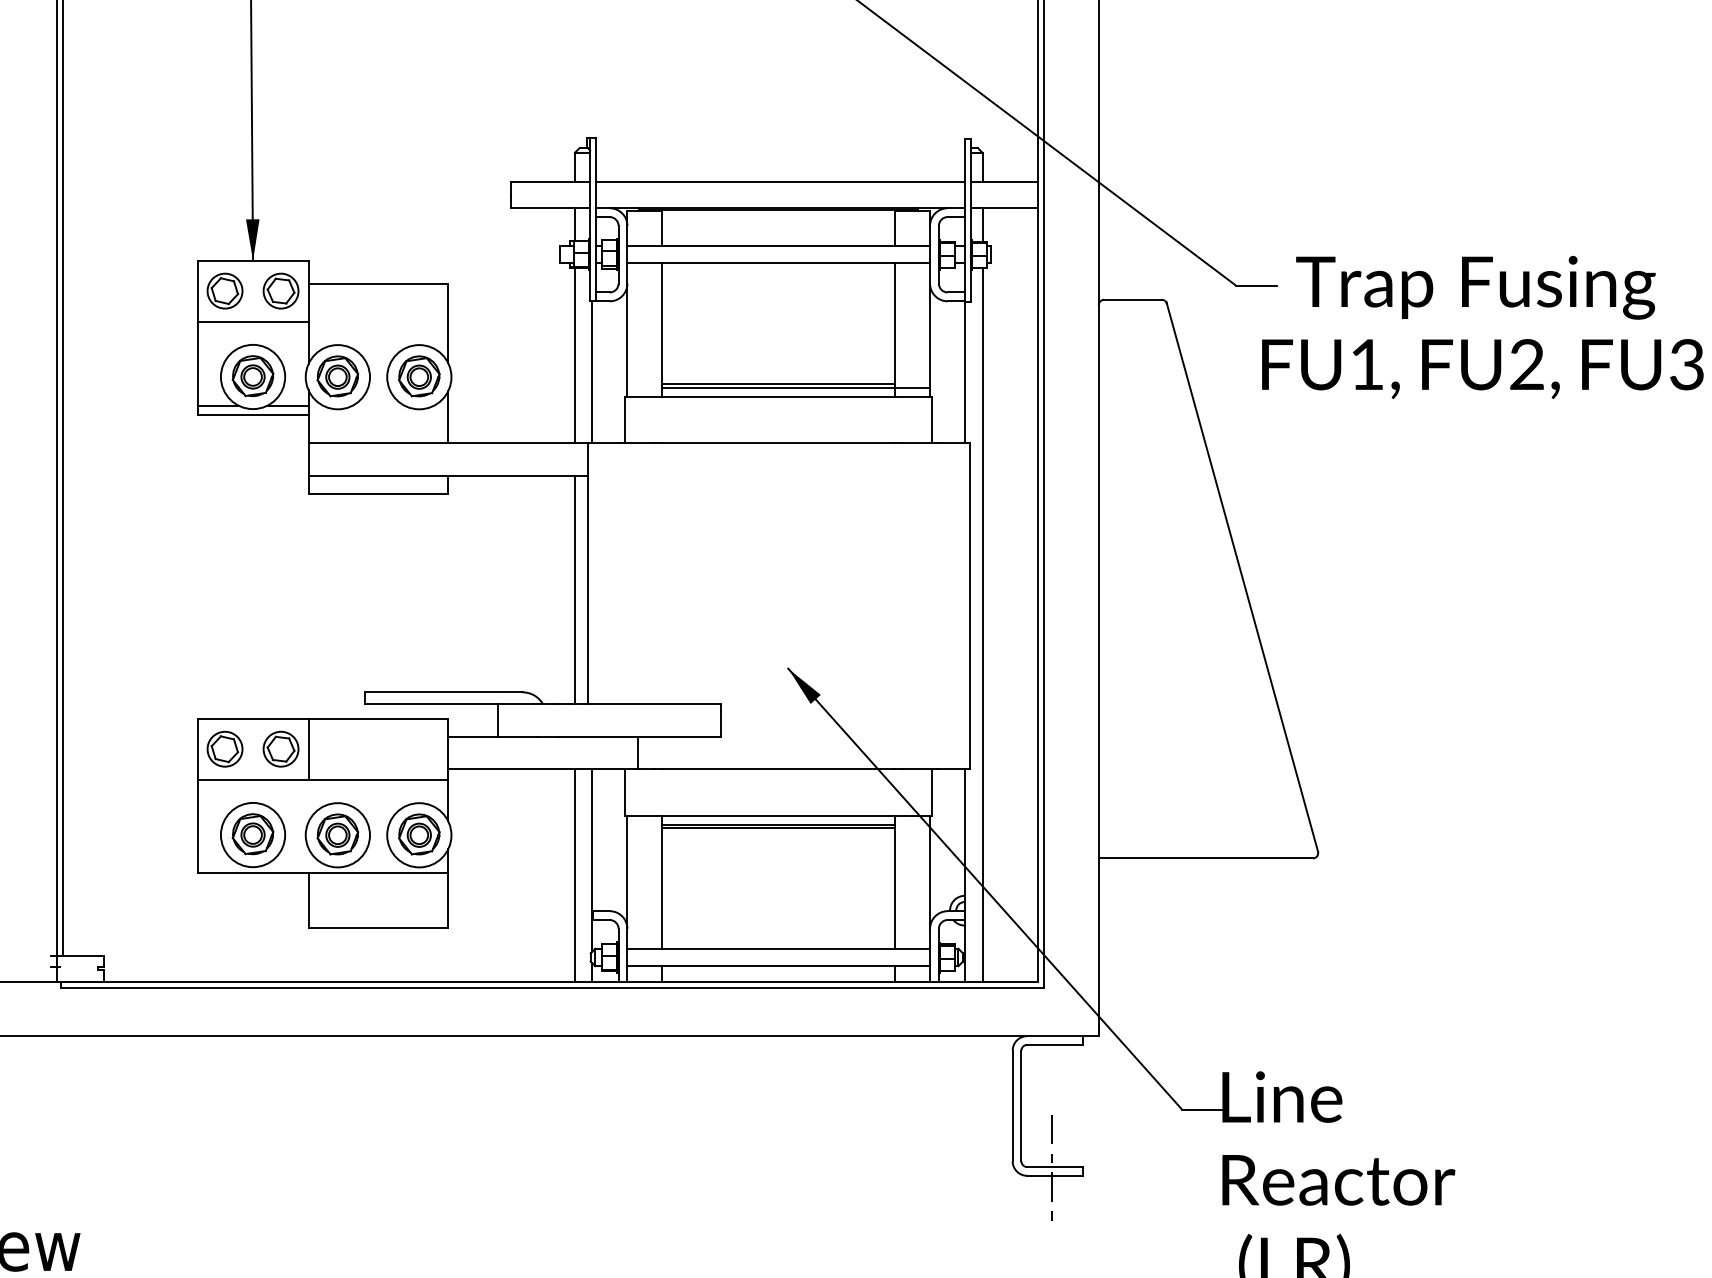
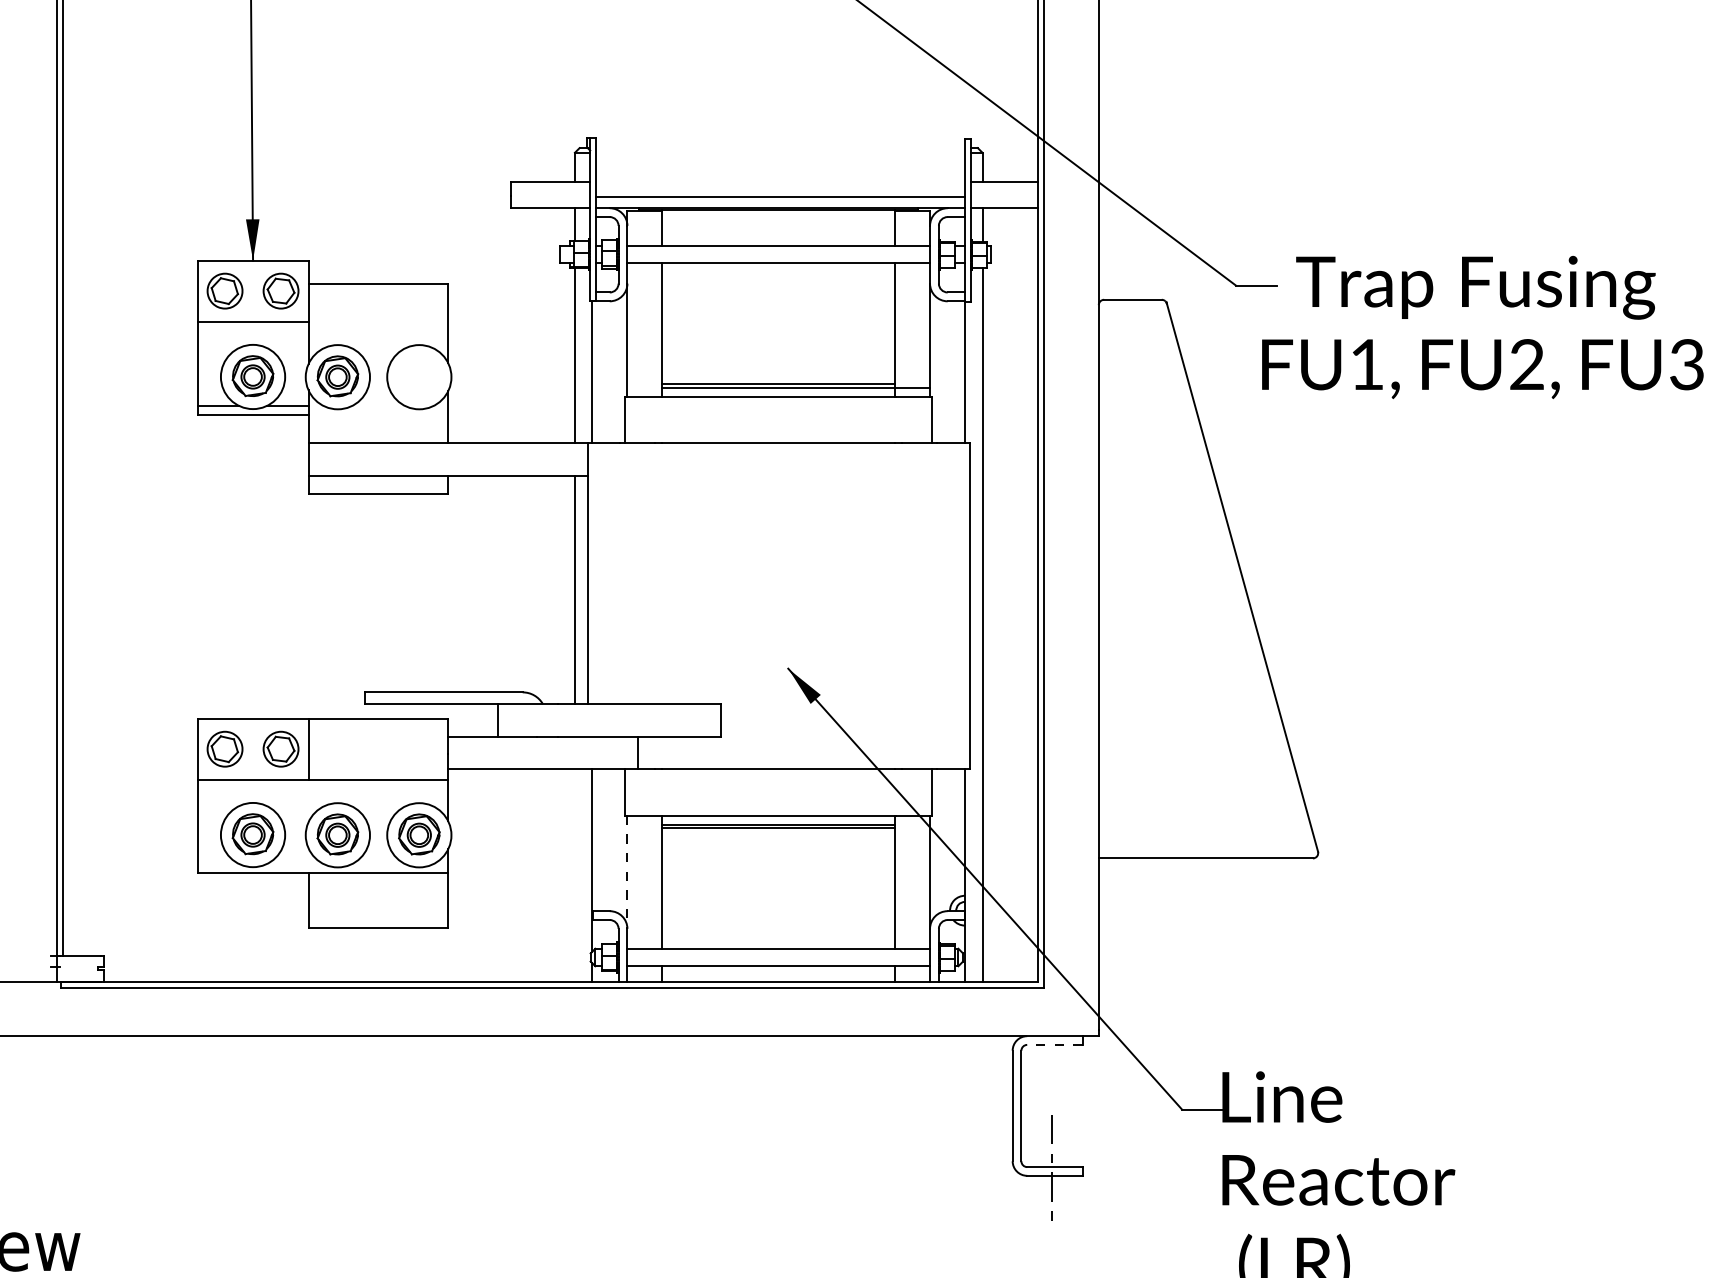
line at (780, 182) position: (780, 182) -> (780, 197)
part at (419, 376): present -> none
line at (627, 872): solid -> dashed
line at (574, 875): present -> none
line at (1054, 1044): solid -> dashed
